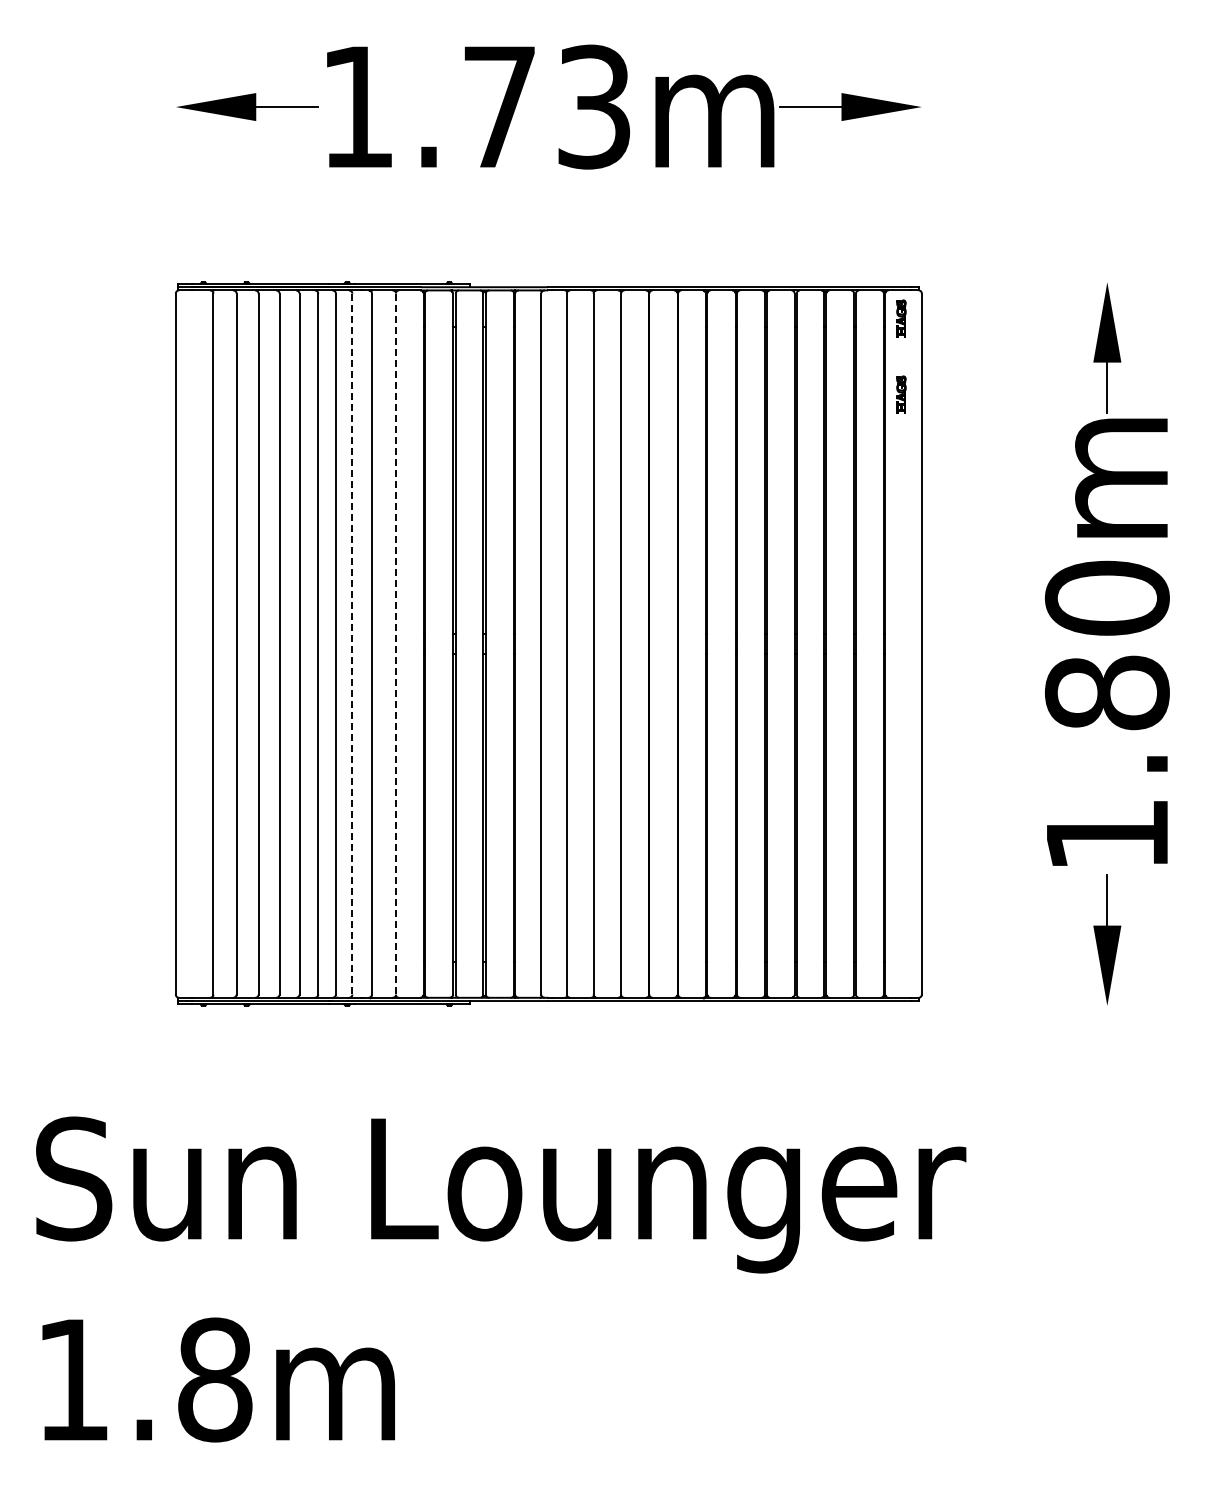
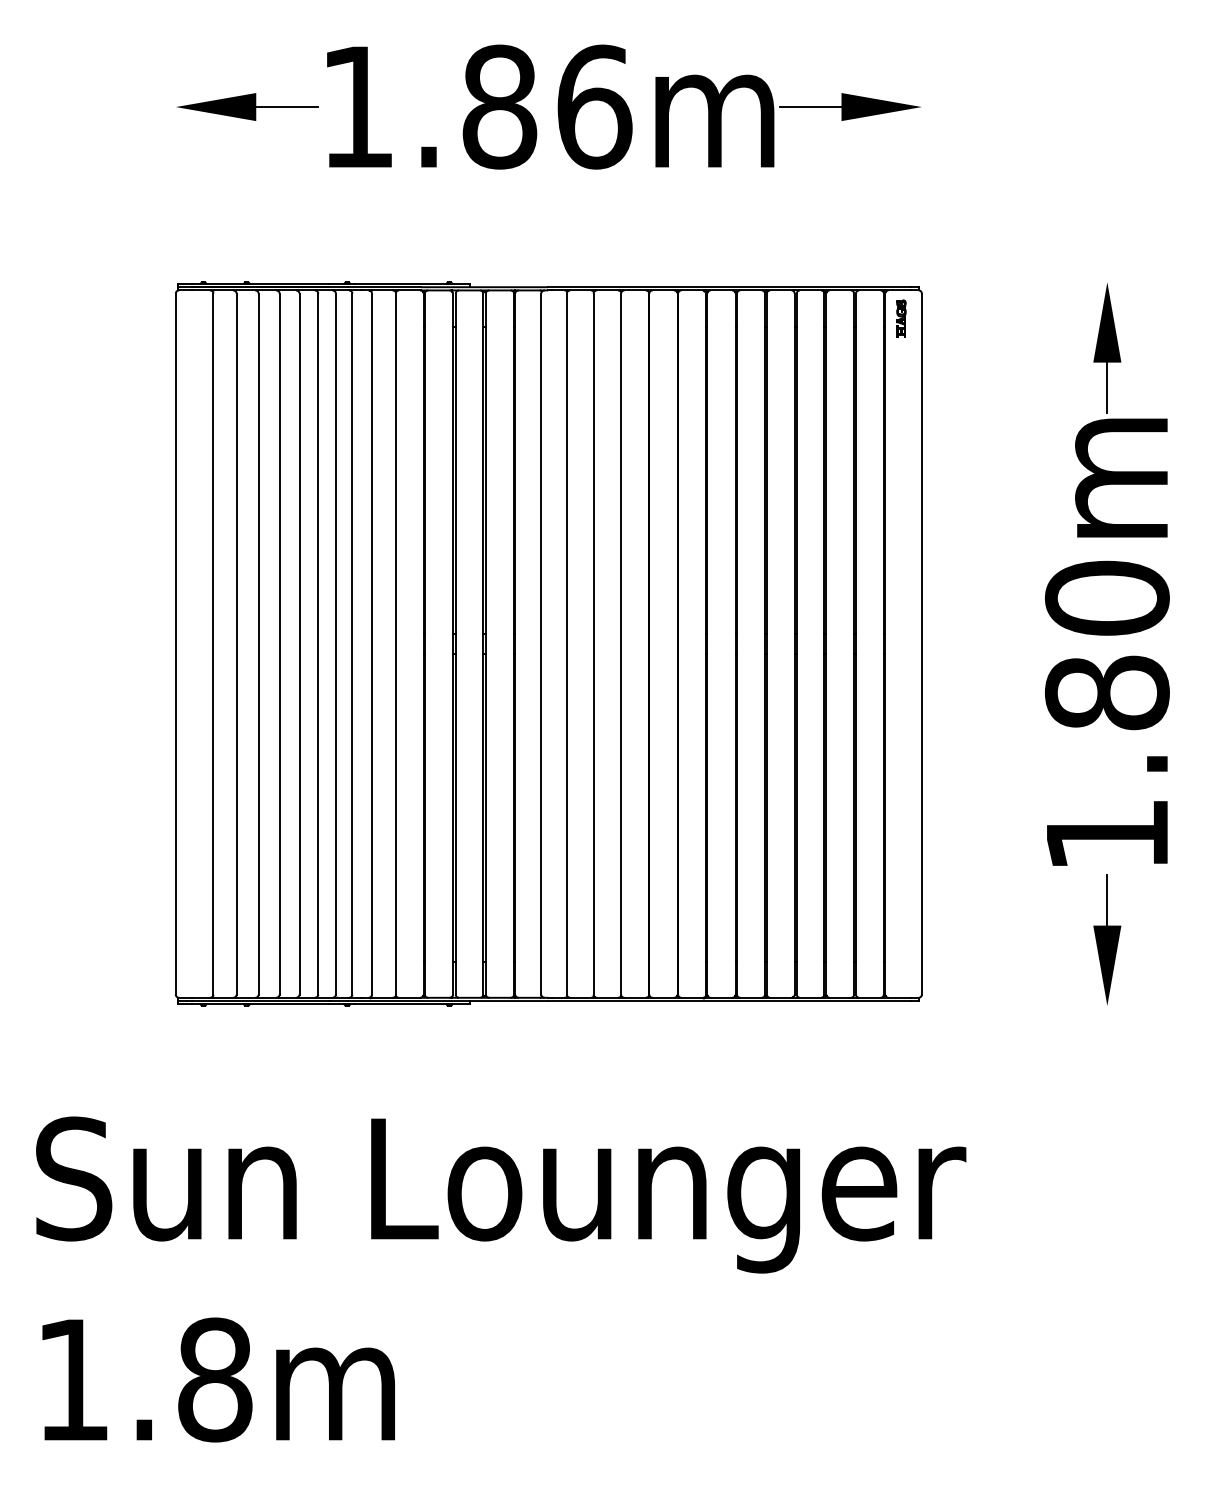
text at (547, 106): 1.73m -> 1.86m
part at (901, 394): present -> none
line at (352, 644): dashed -> solid
line at (396, 644): dashed -> solid
